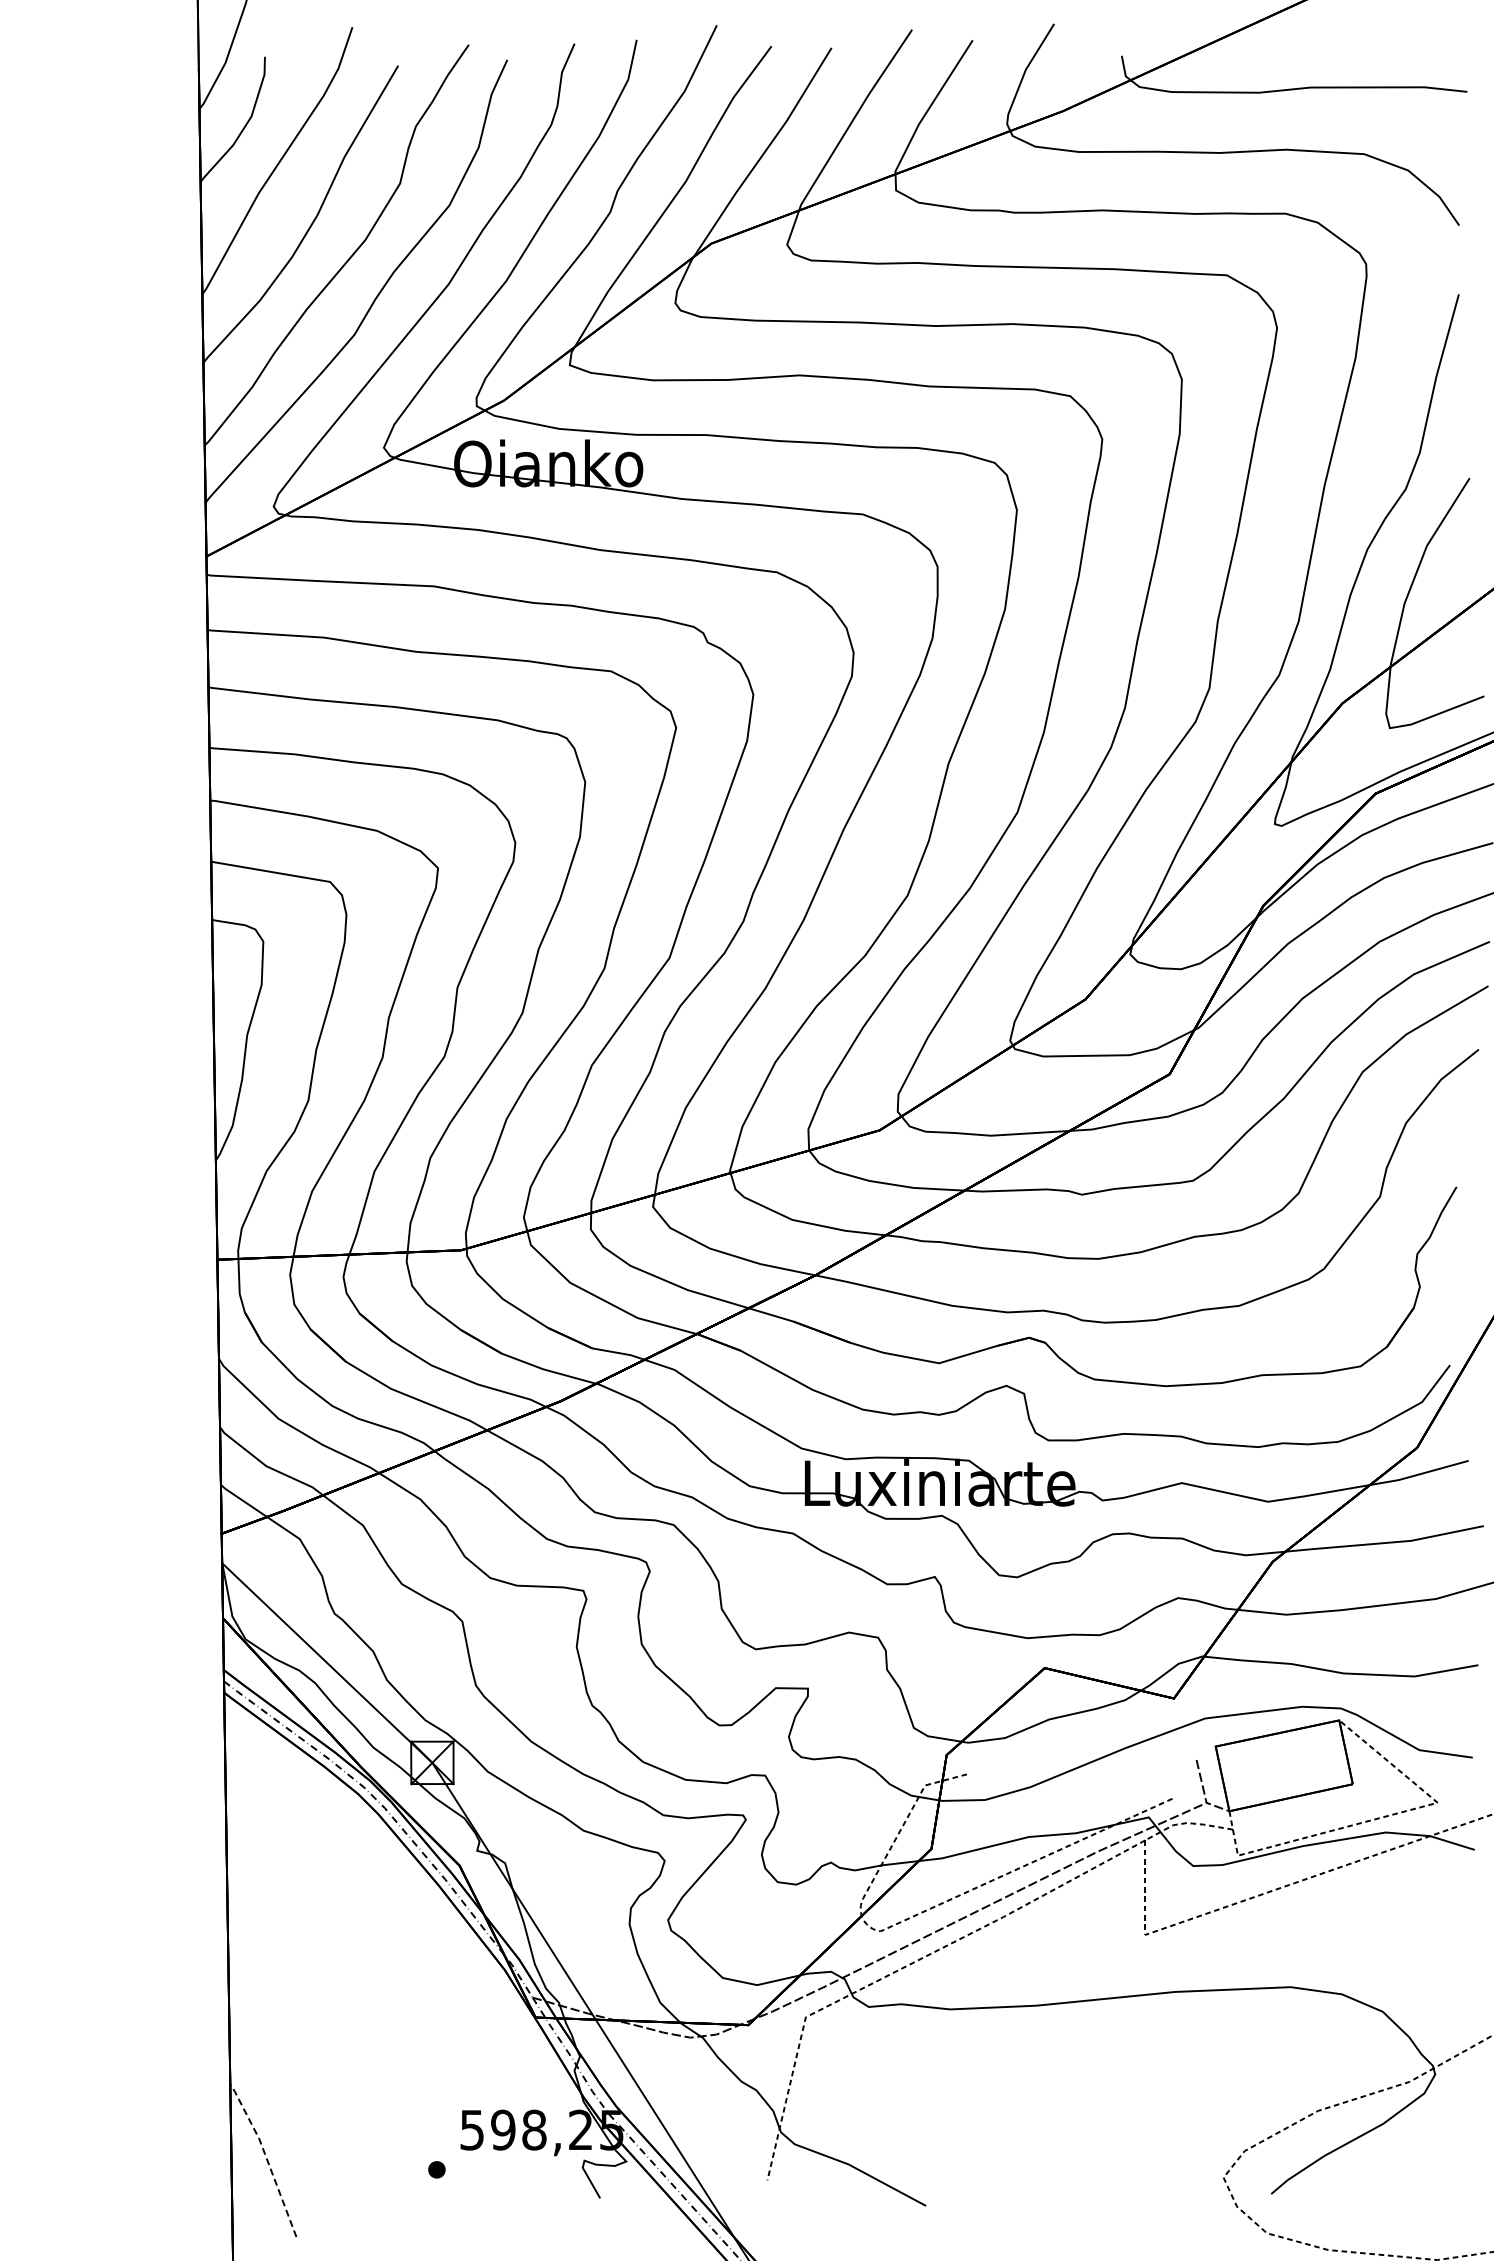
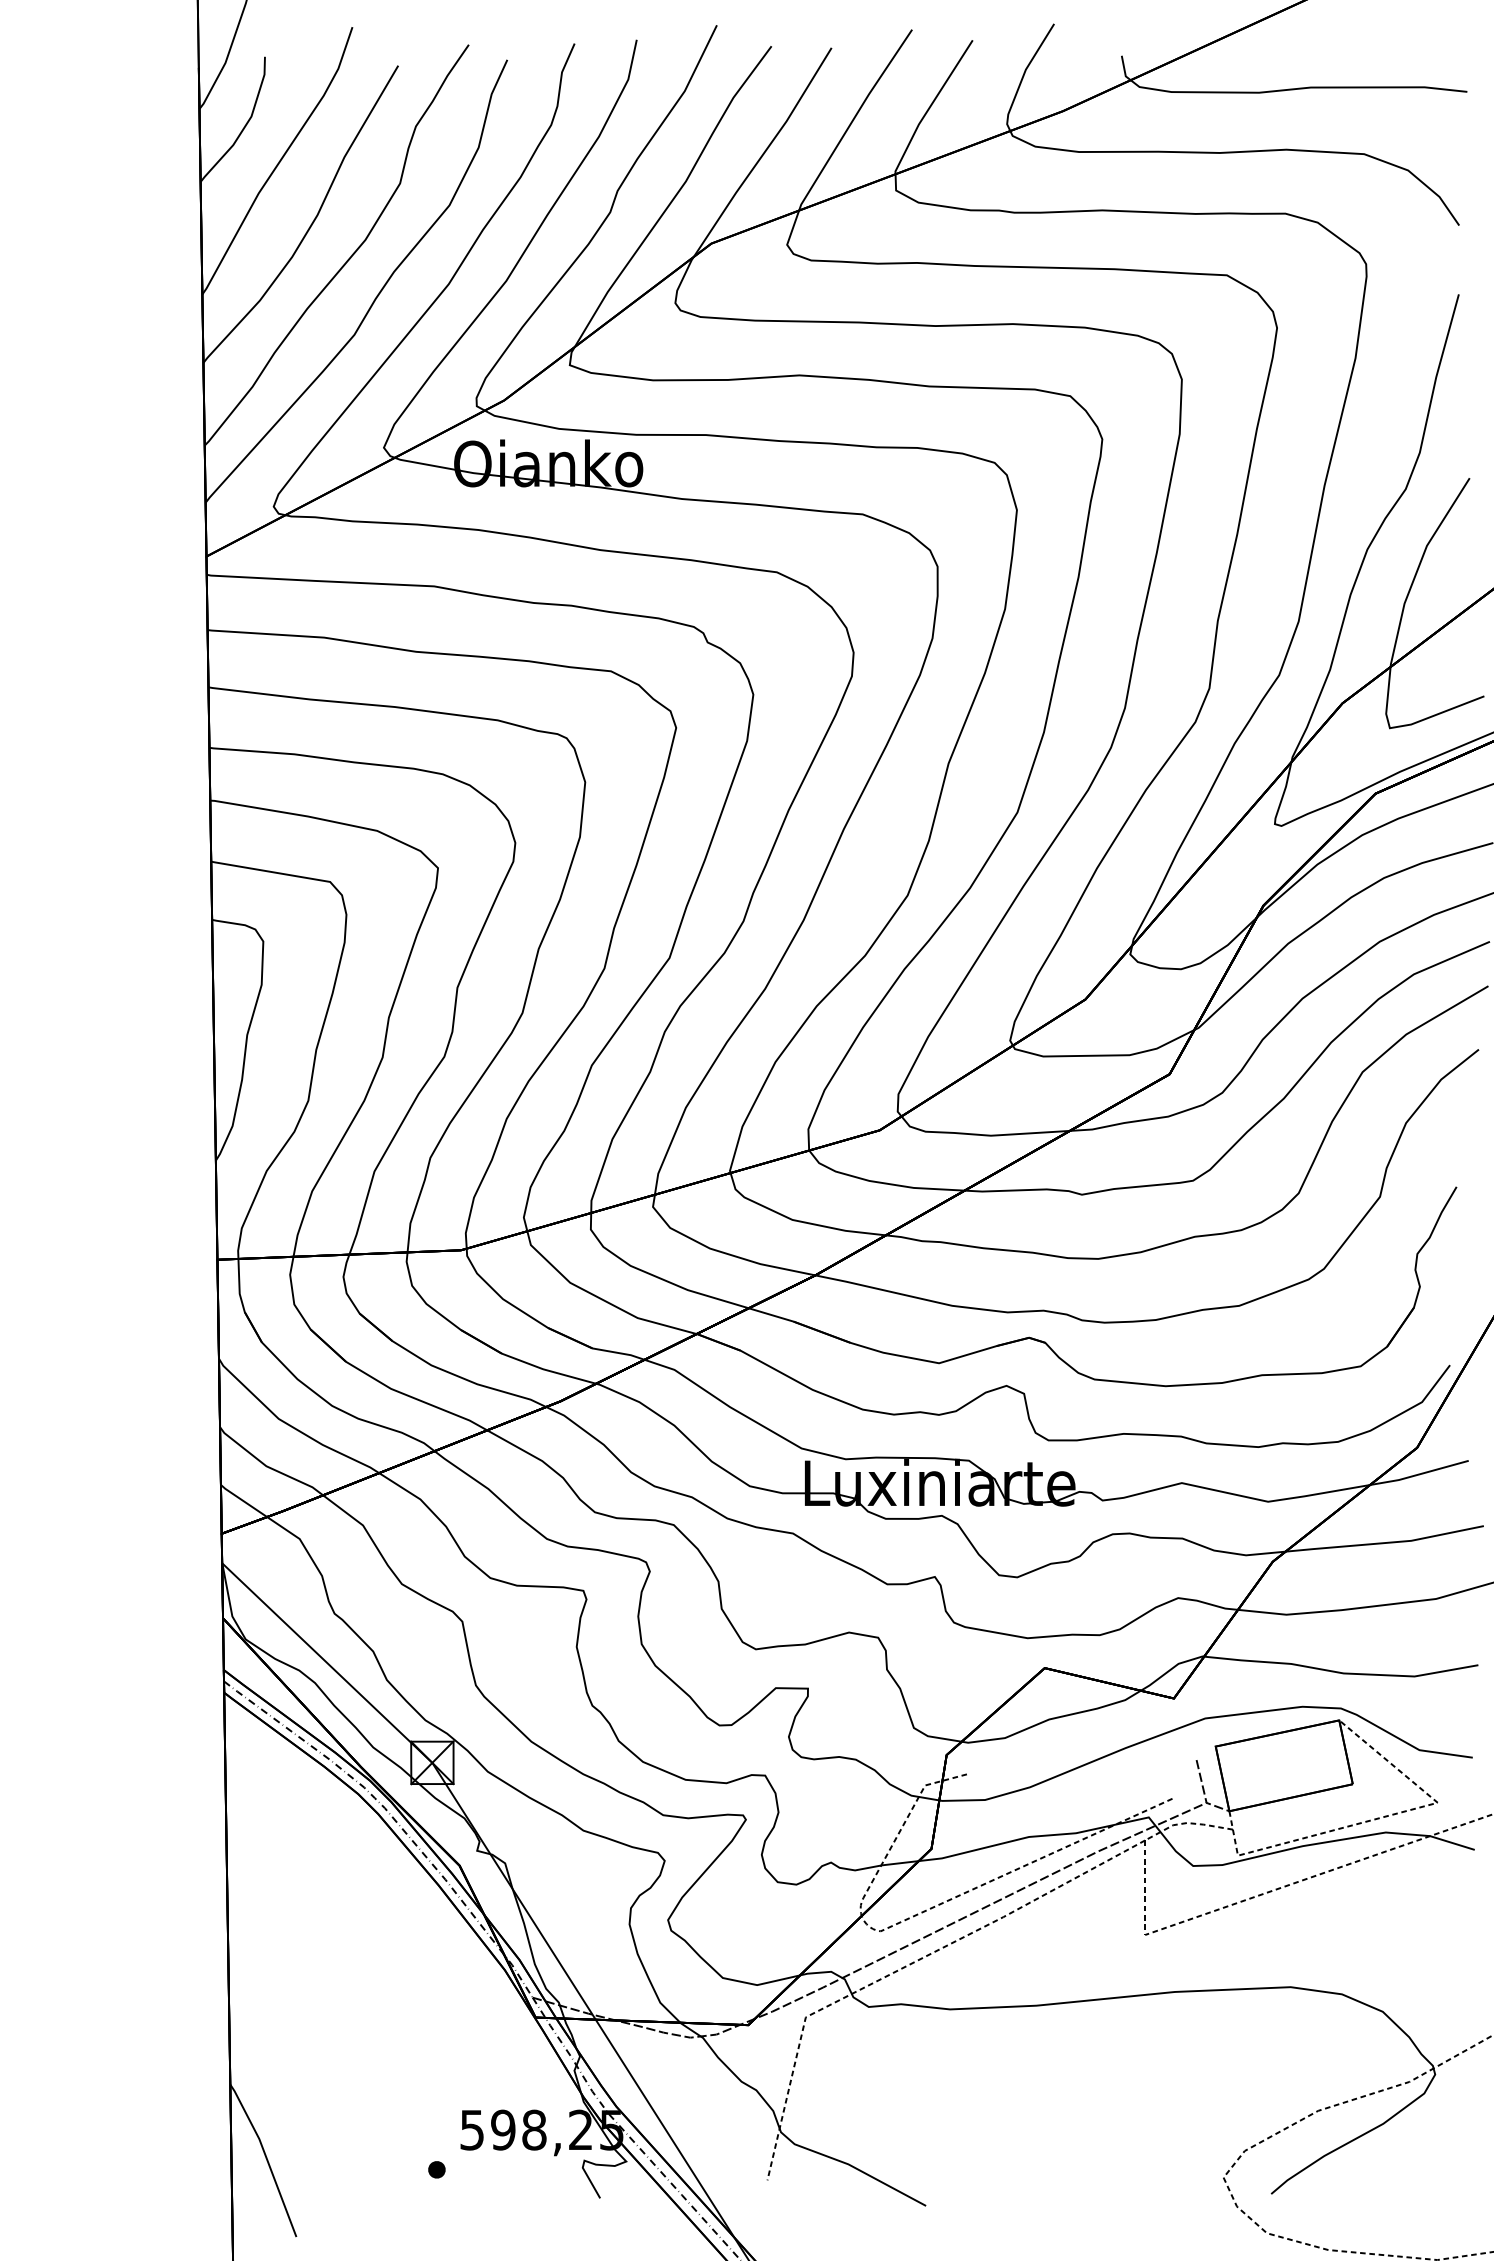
line at (266, 2157): dashed -> solid
